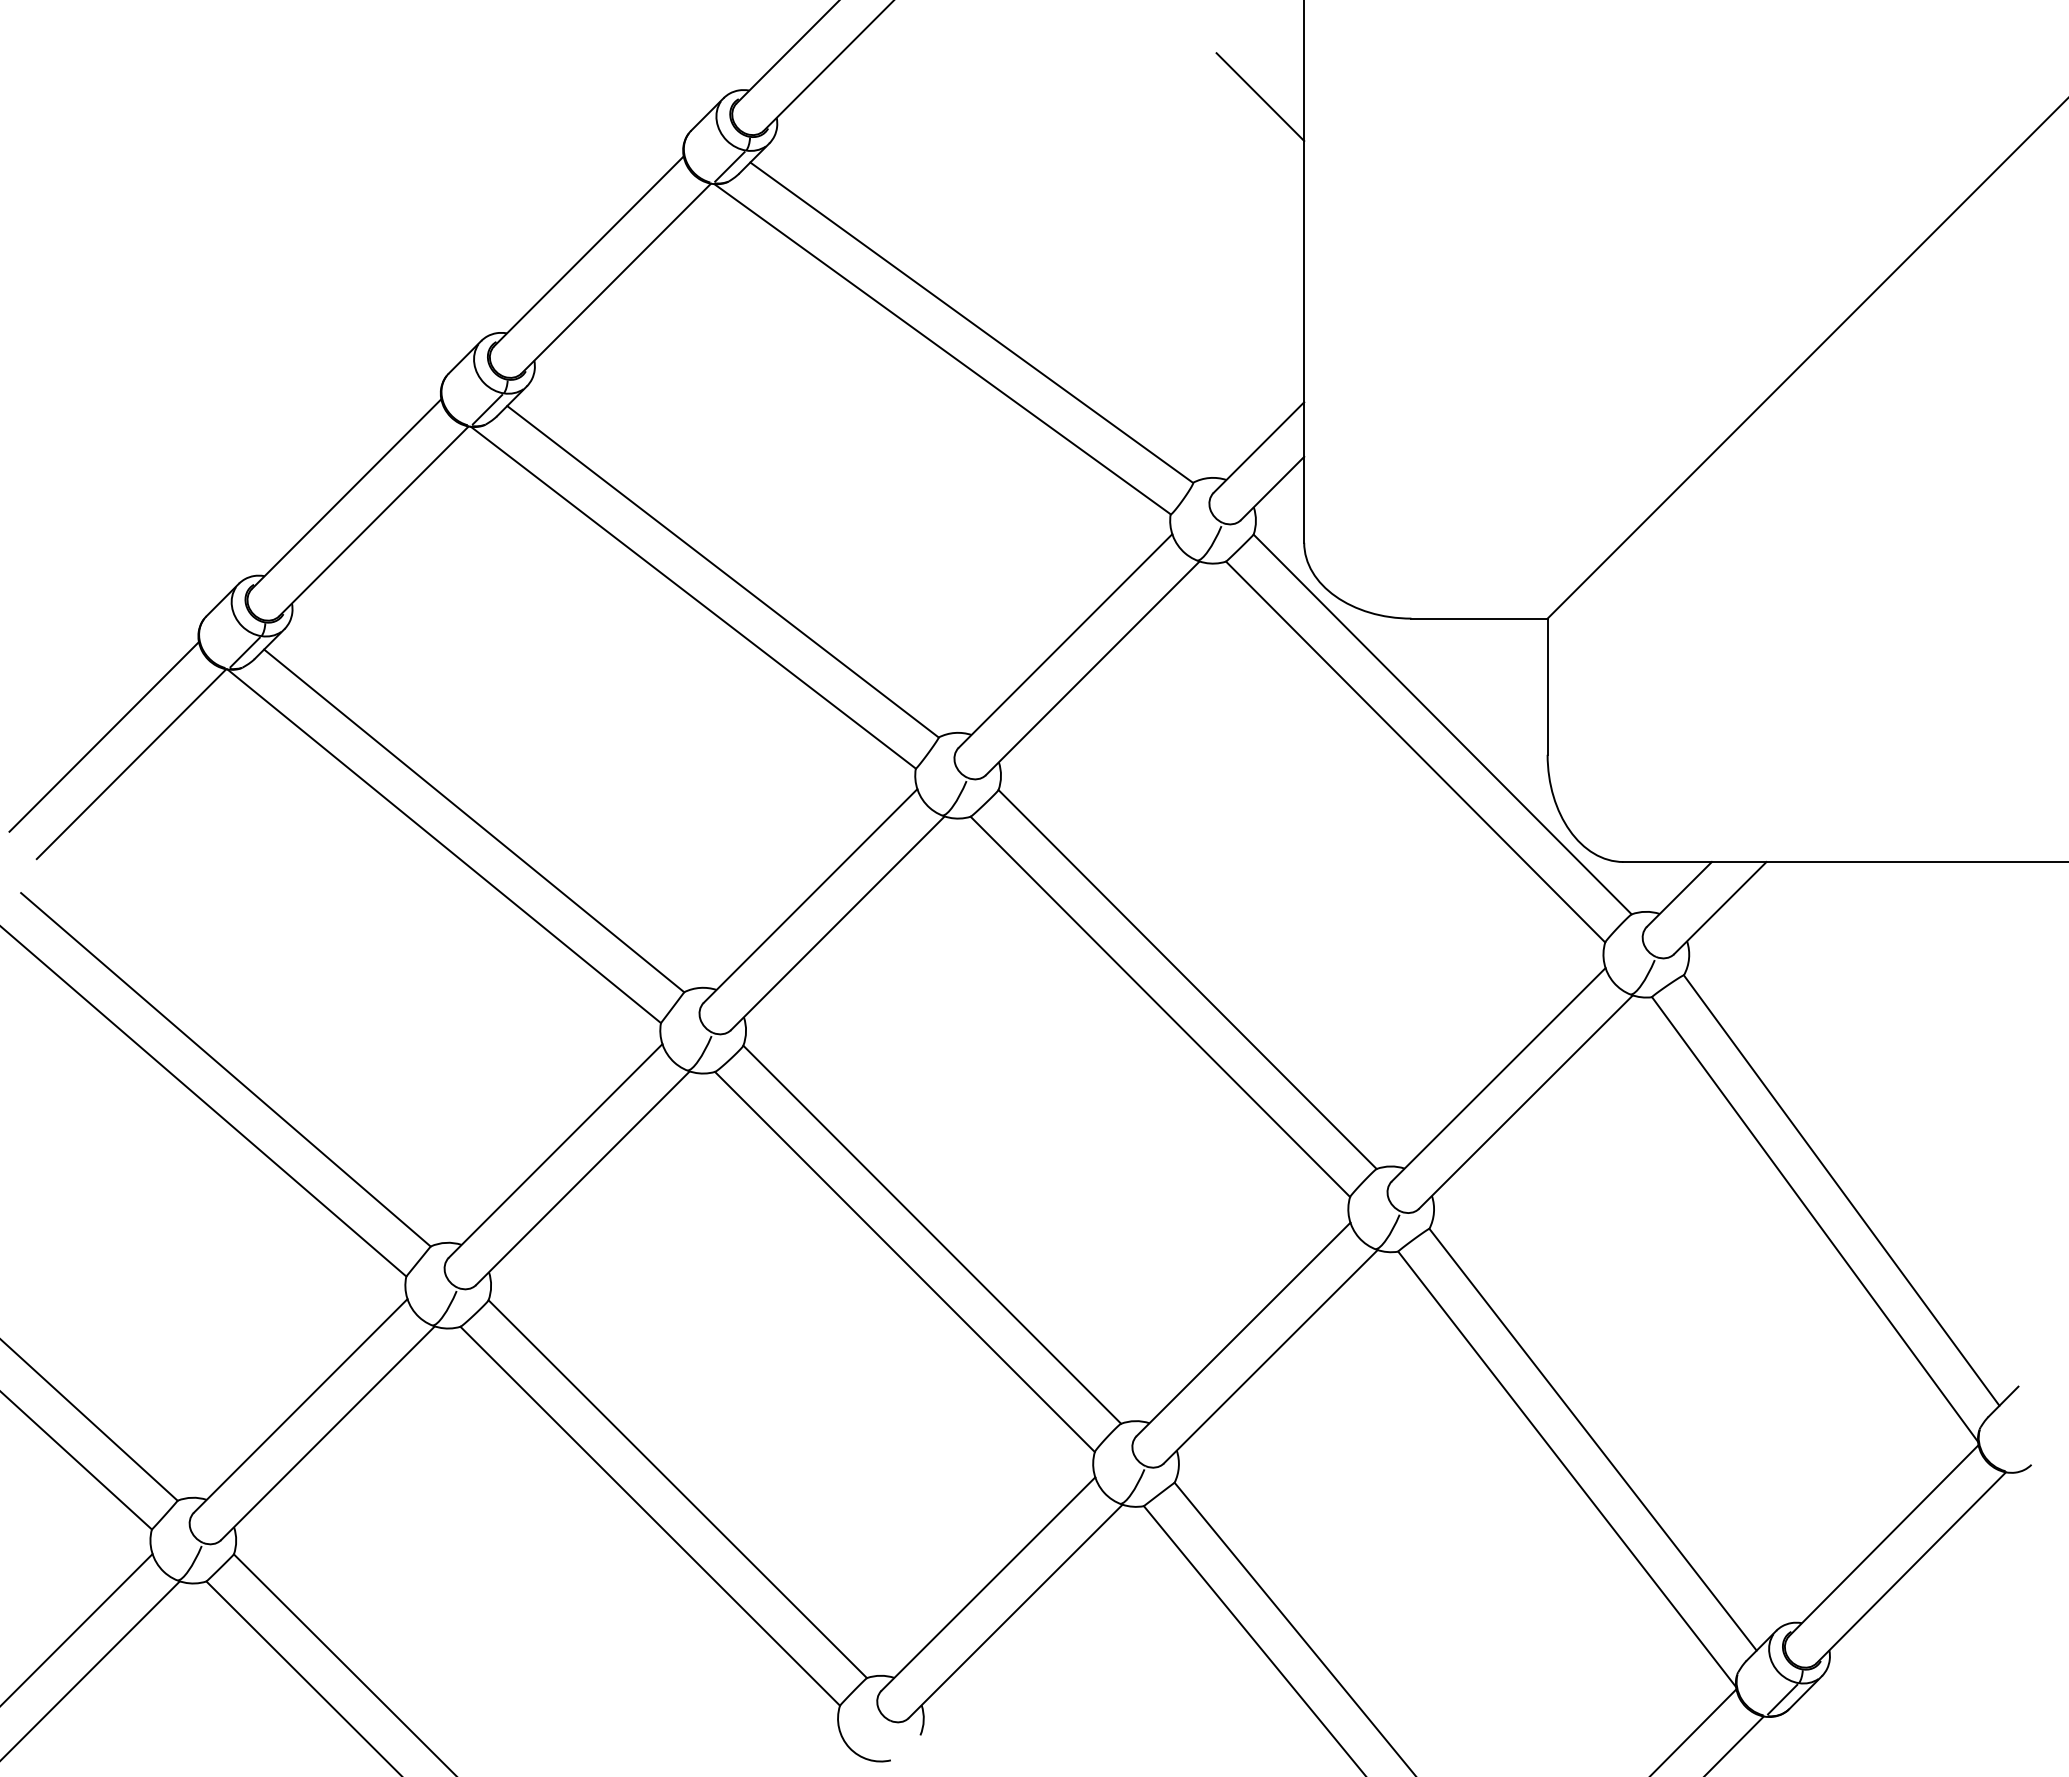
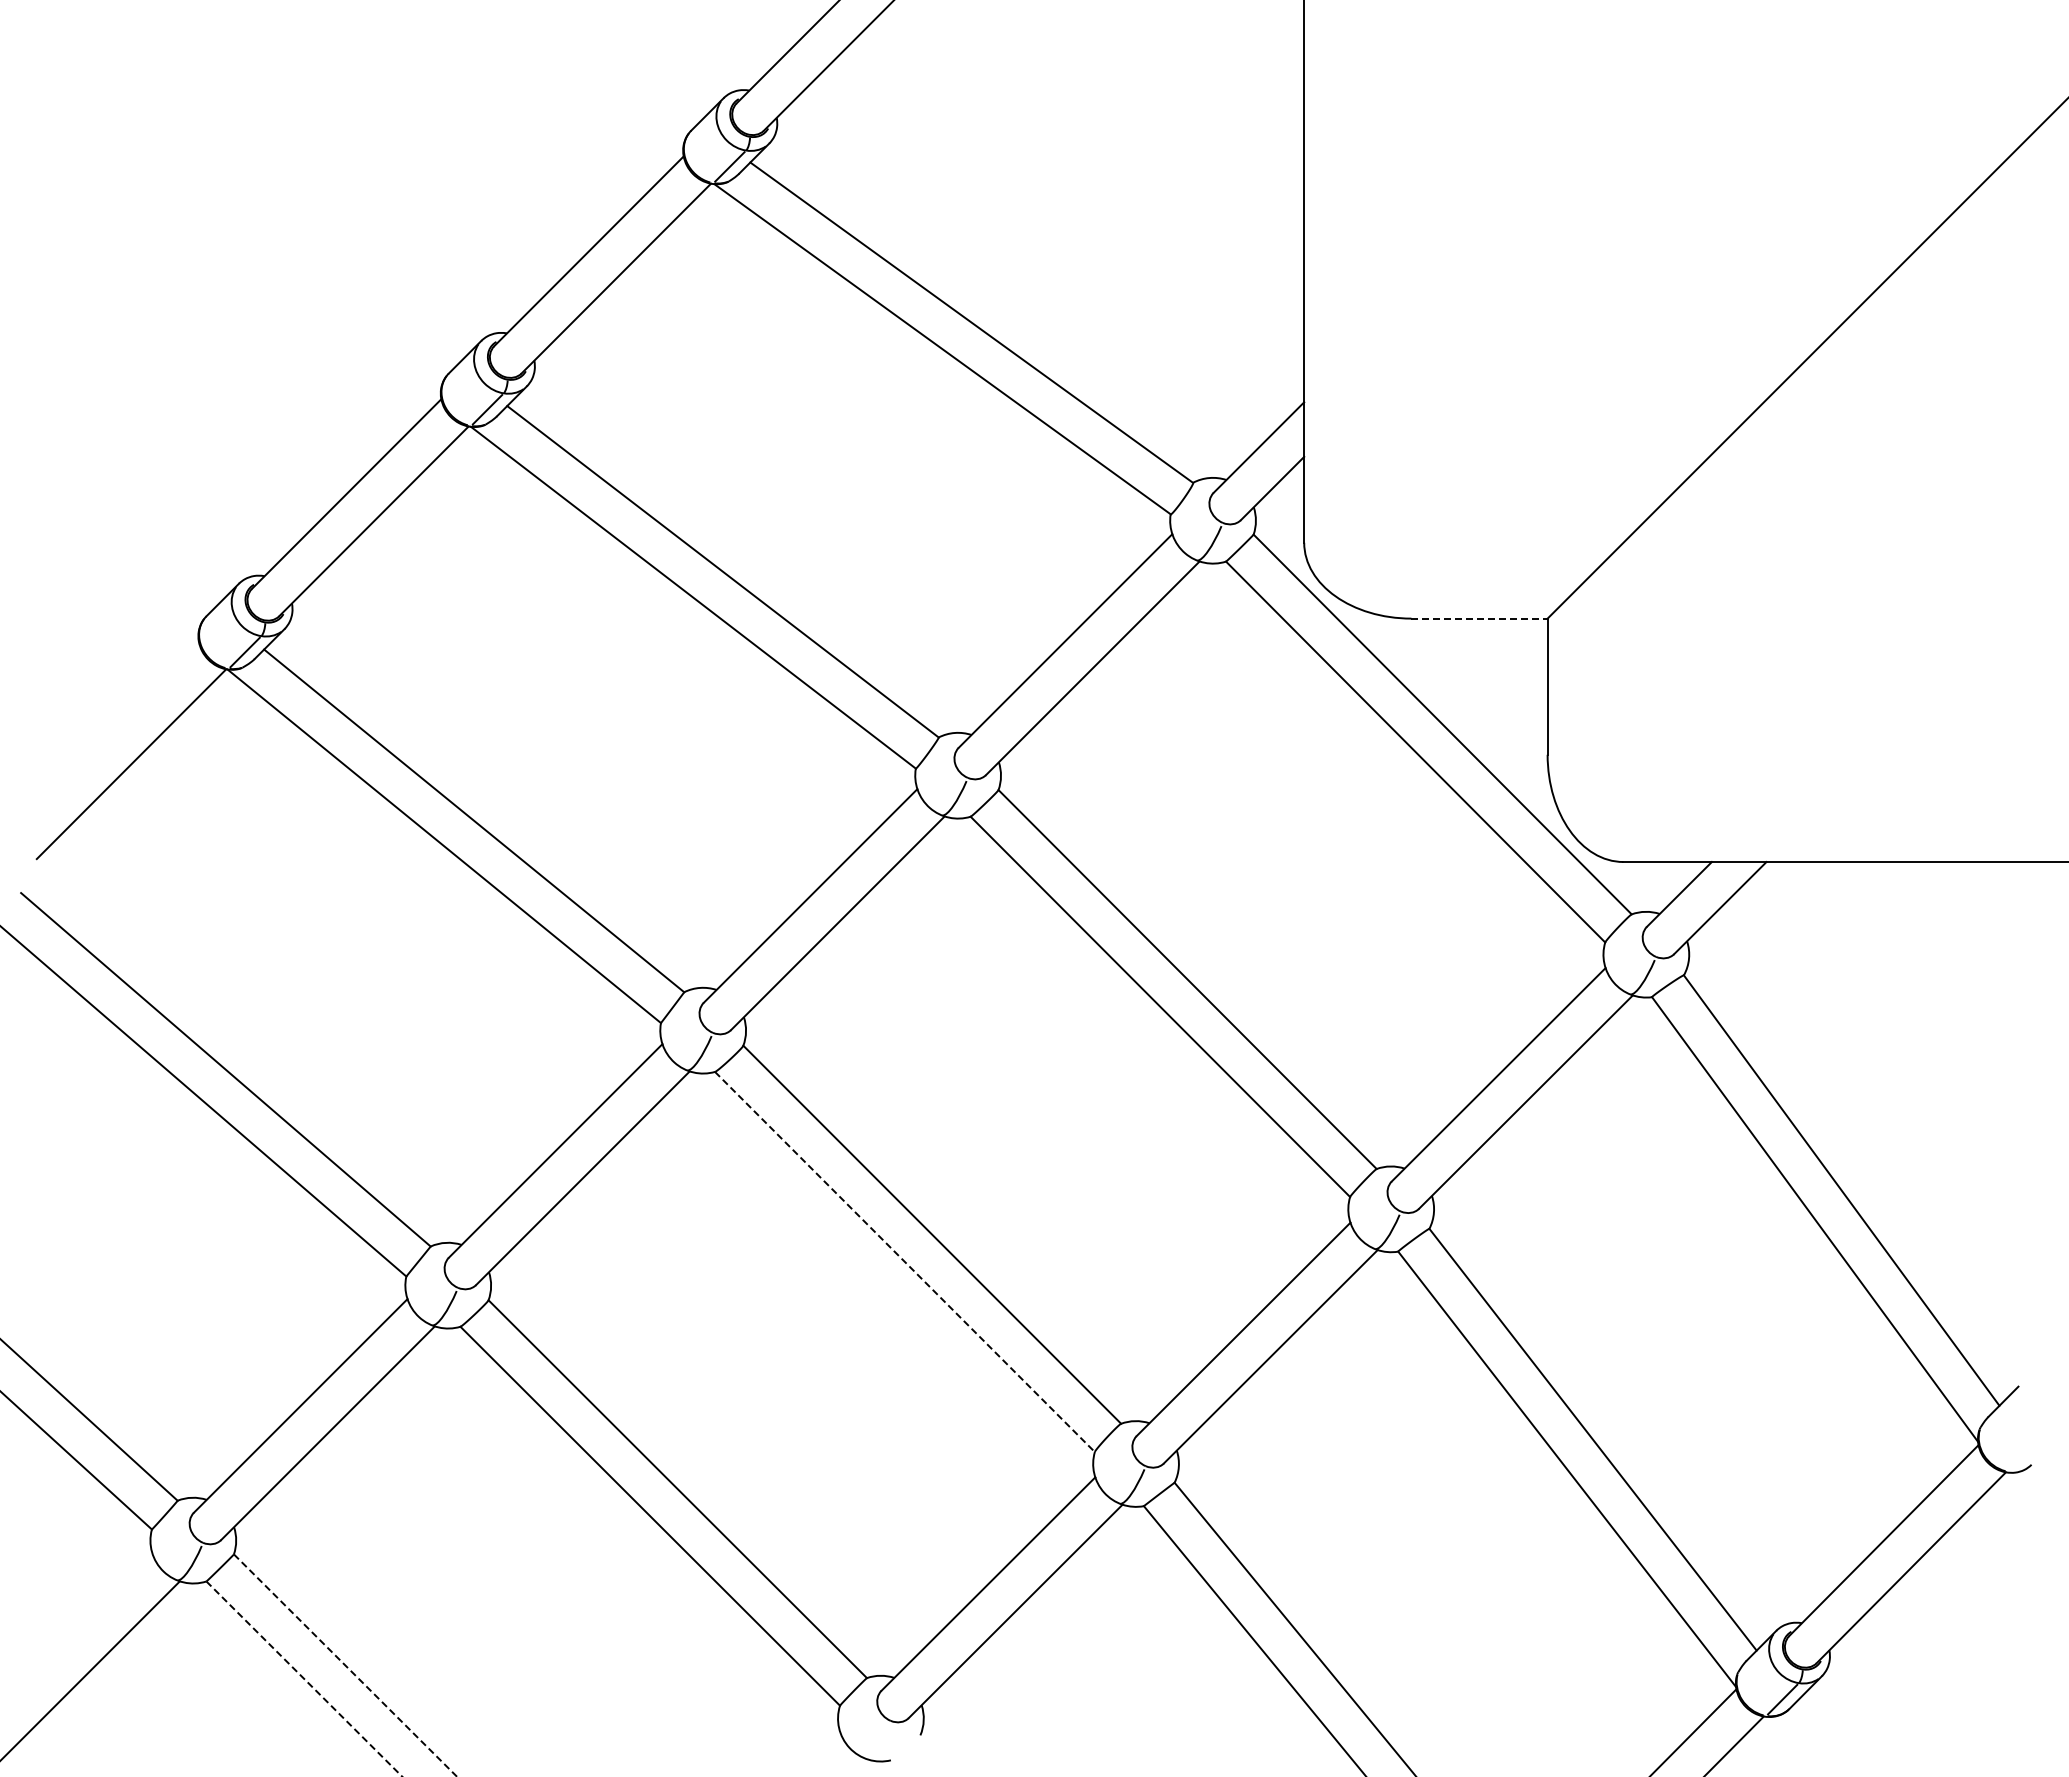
line at (1260, 97): present -> none
line at (1480, 618): solid -> dashed
line at (103, 736): present -> none
line at (904, 1261): solid -> dashed
line at (77, 1629): present -> none
line at (345, 1665): solid -> dashed
line at (304, 1679): solid -> dashed
